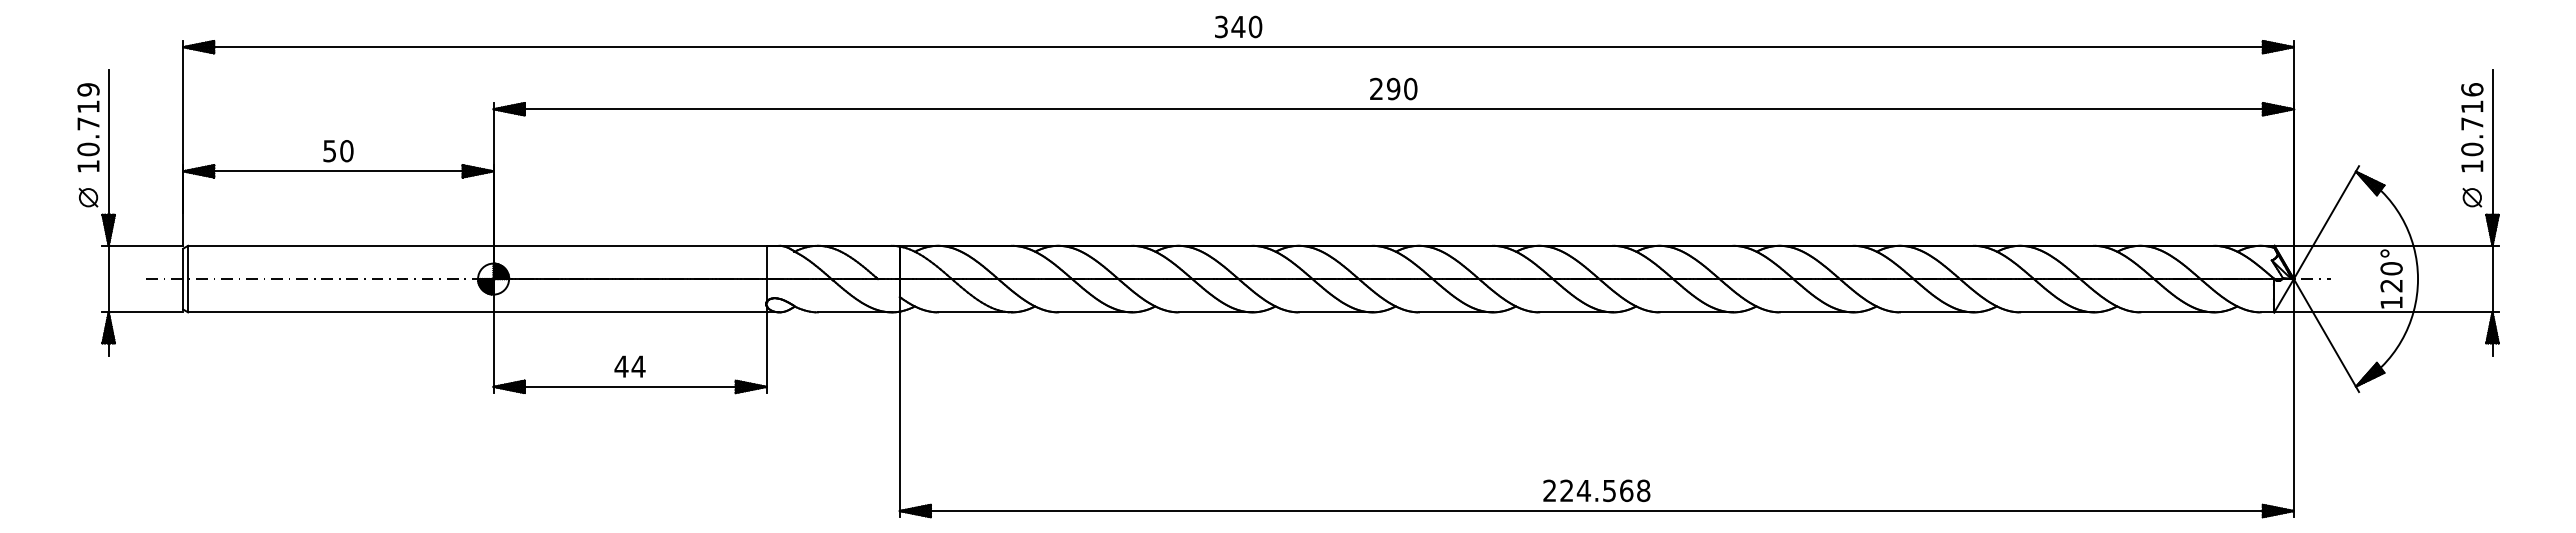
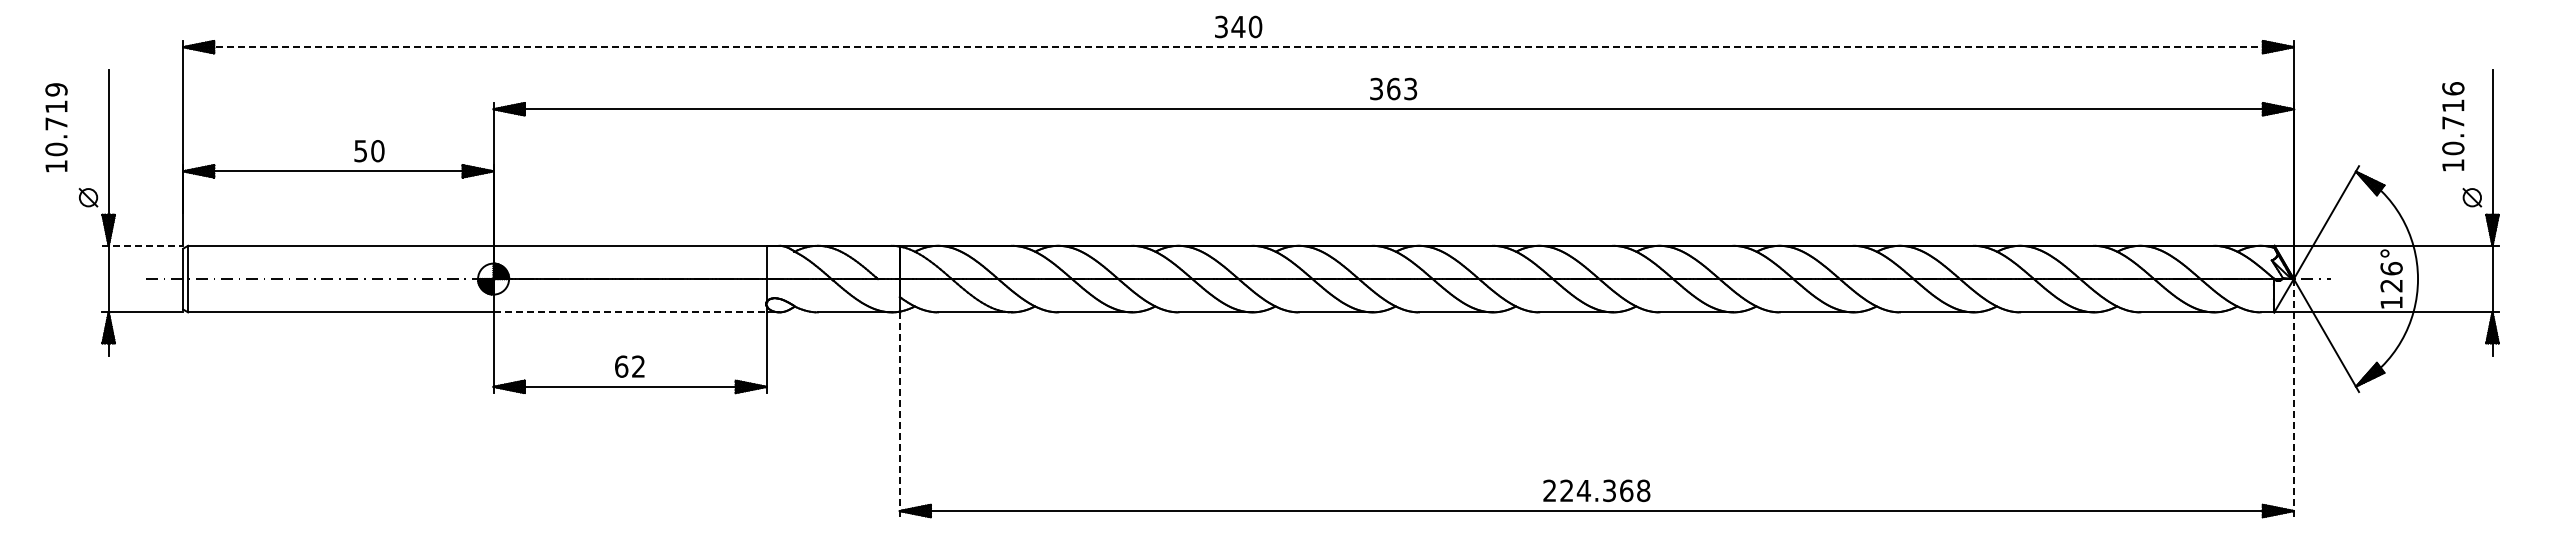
line at (1239, 47): solid -> dashed
text at (1393, 88): 290 -> 363
text at (88, 127) position: (88, 127) -> (56, 127)
text at (2472, 127) position: (2472, 127) -> (2453, 126)
text at (338, 151) position: (338, 151) -> (369, 151)
line at (143, 245): solid -> dashed
text at (2391, 268): 120° -> 126°
line at (630, 312): solid -> dashed
text at (629, 366): 44 -> 62
line at (2293, 397): solid -> dashed
line at (899, 415): solid -> dashed
text at (1609, 490): 224.568 -> 224.368
